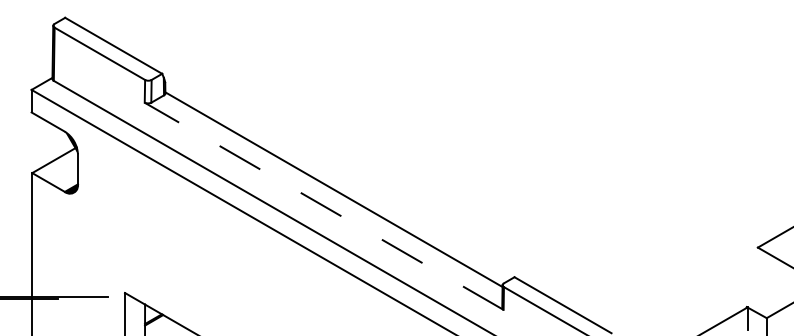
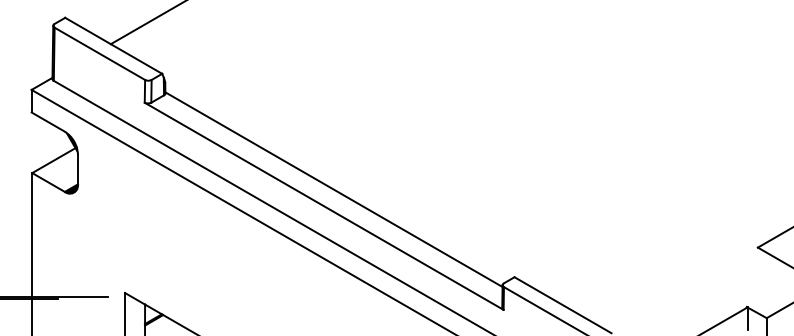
line at (146, 23): none -> present
line at (323, 206): dashed -> solid
